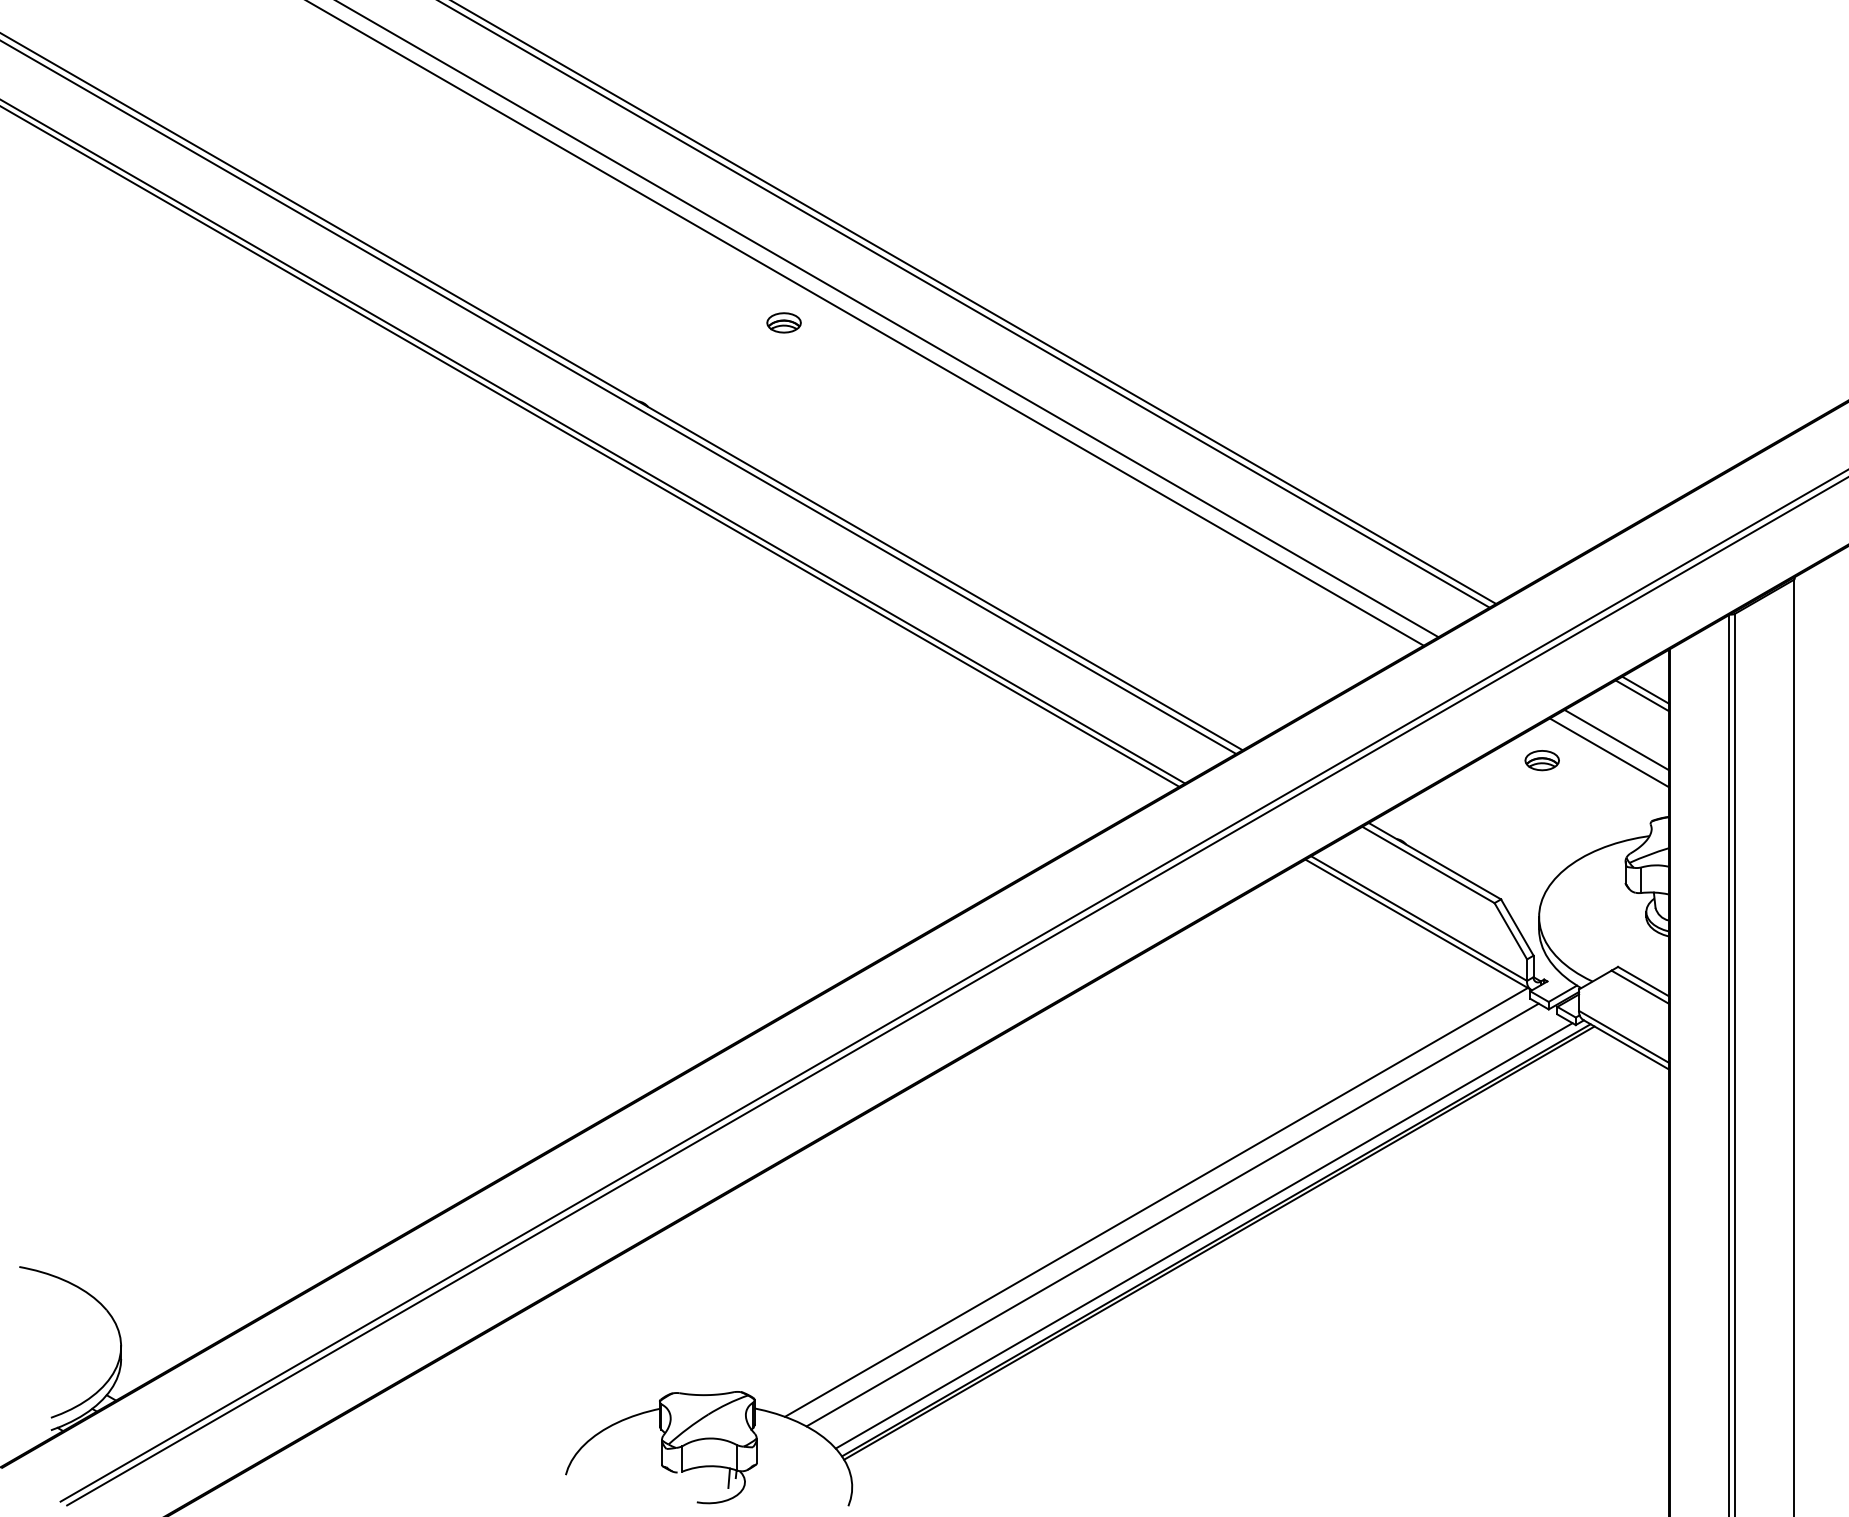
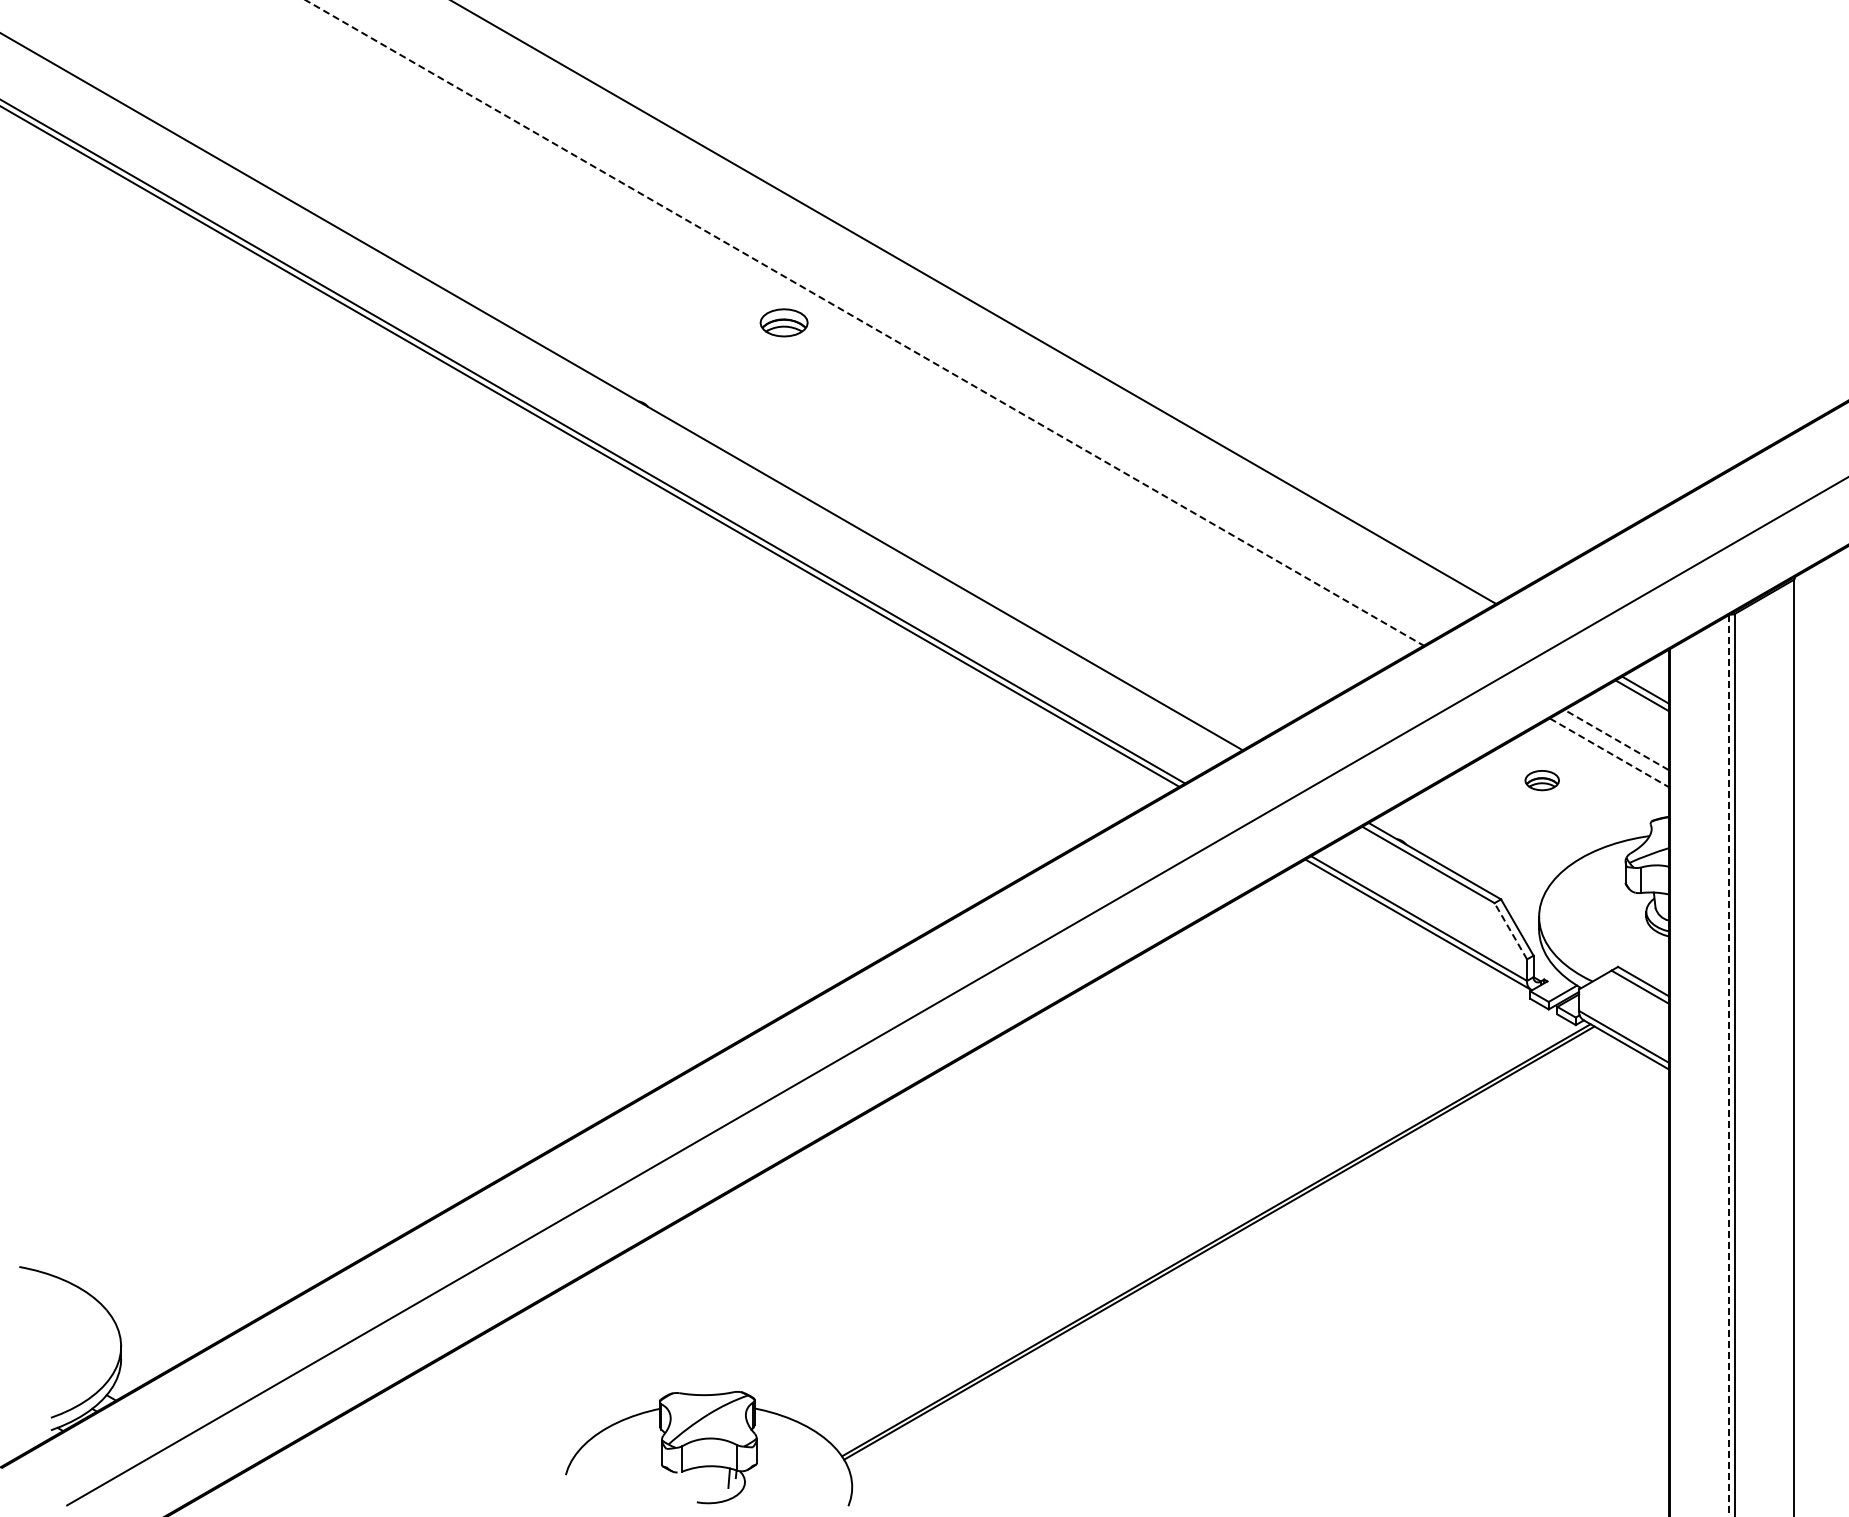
line at (964, 304): present -> none
line at (888, 319): present -> none
part at (783, 322) size: 36x22 px -> 50x30 px
line at (865, 323): solid -> dashed
line at (619, 397): present -> none
line at (1616, 739): solid -> dashed
line at (1609, 752): solid -> dashed
part at (1541, 760) position: (1541, 760) -> (1541, 780)
line at (1510, 930): solid -> dashed
line at (952, 986): present -> none
line at (1728, 1066): solid -> dashed
line at (1156, 1202): present -> none
line at (1172, 1214): present -> none
line at (1203, 1235): present -> none
